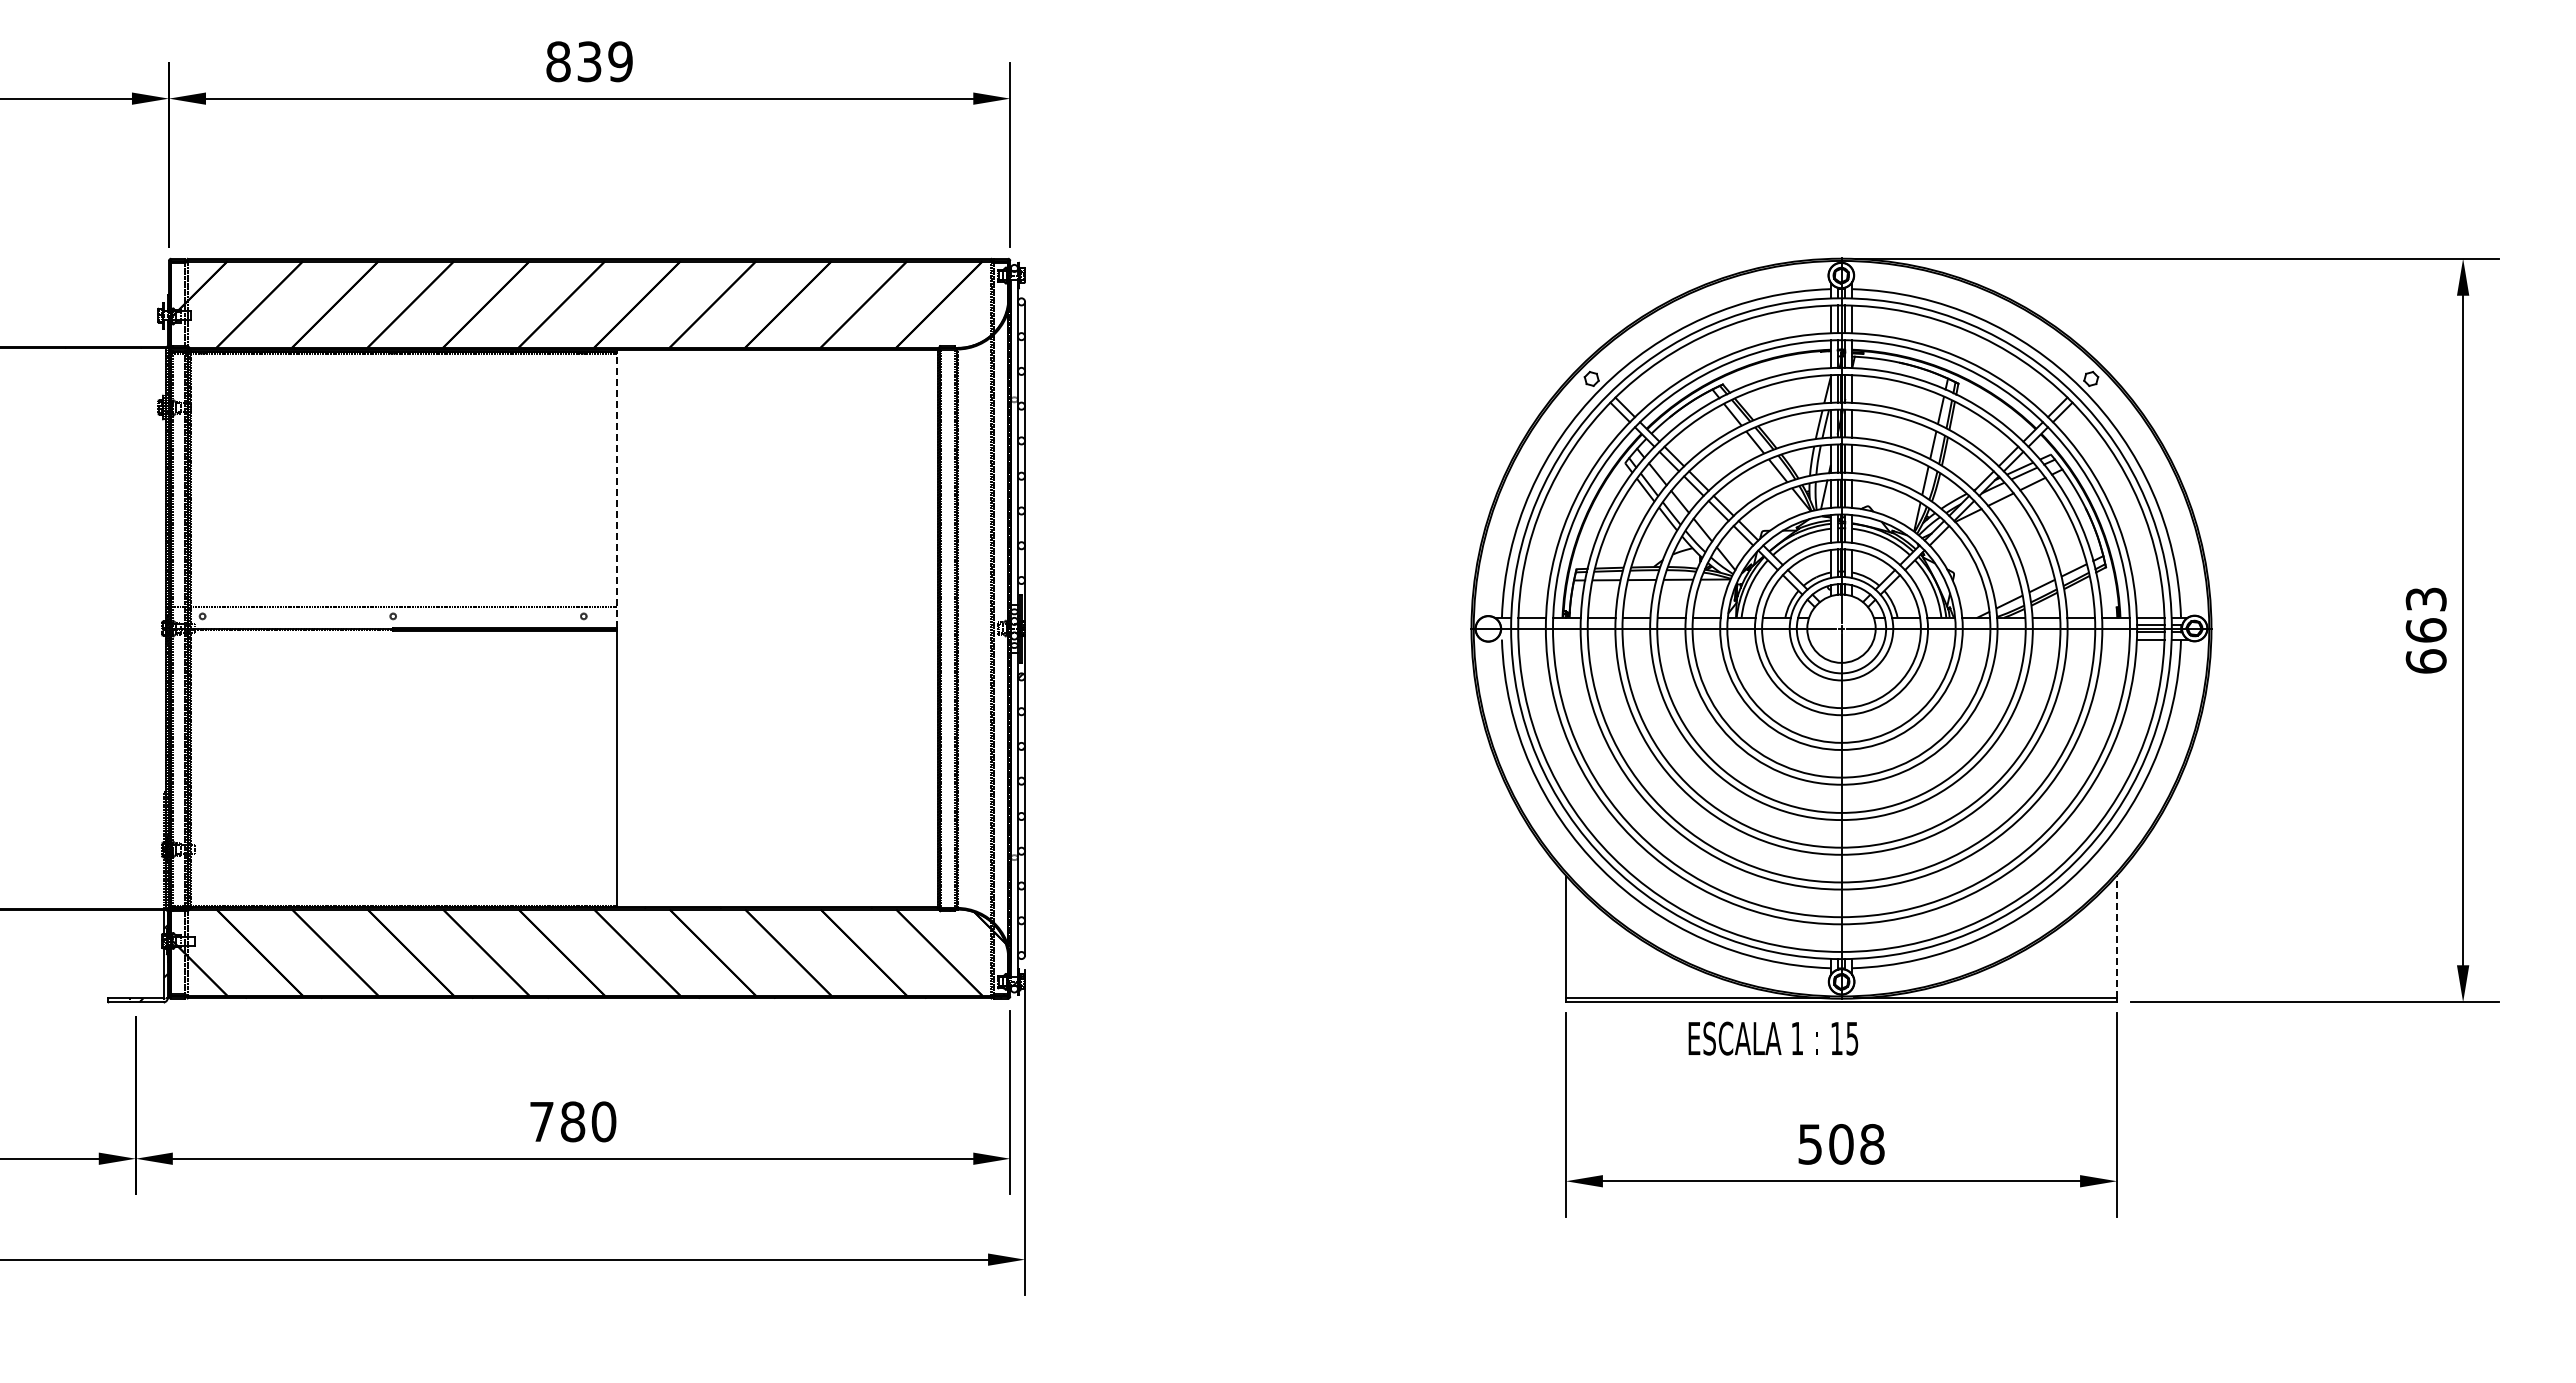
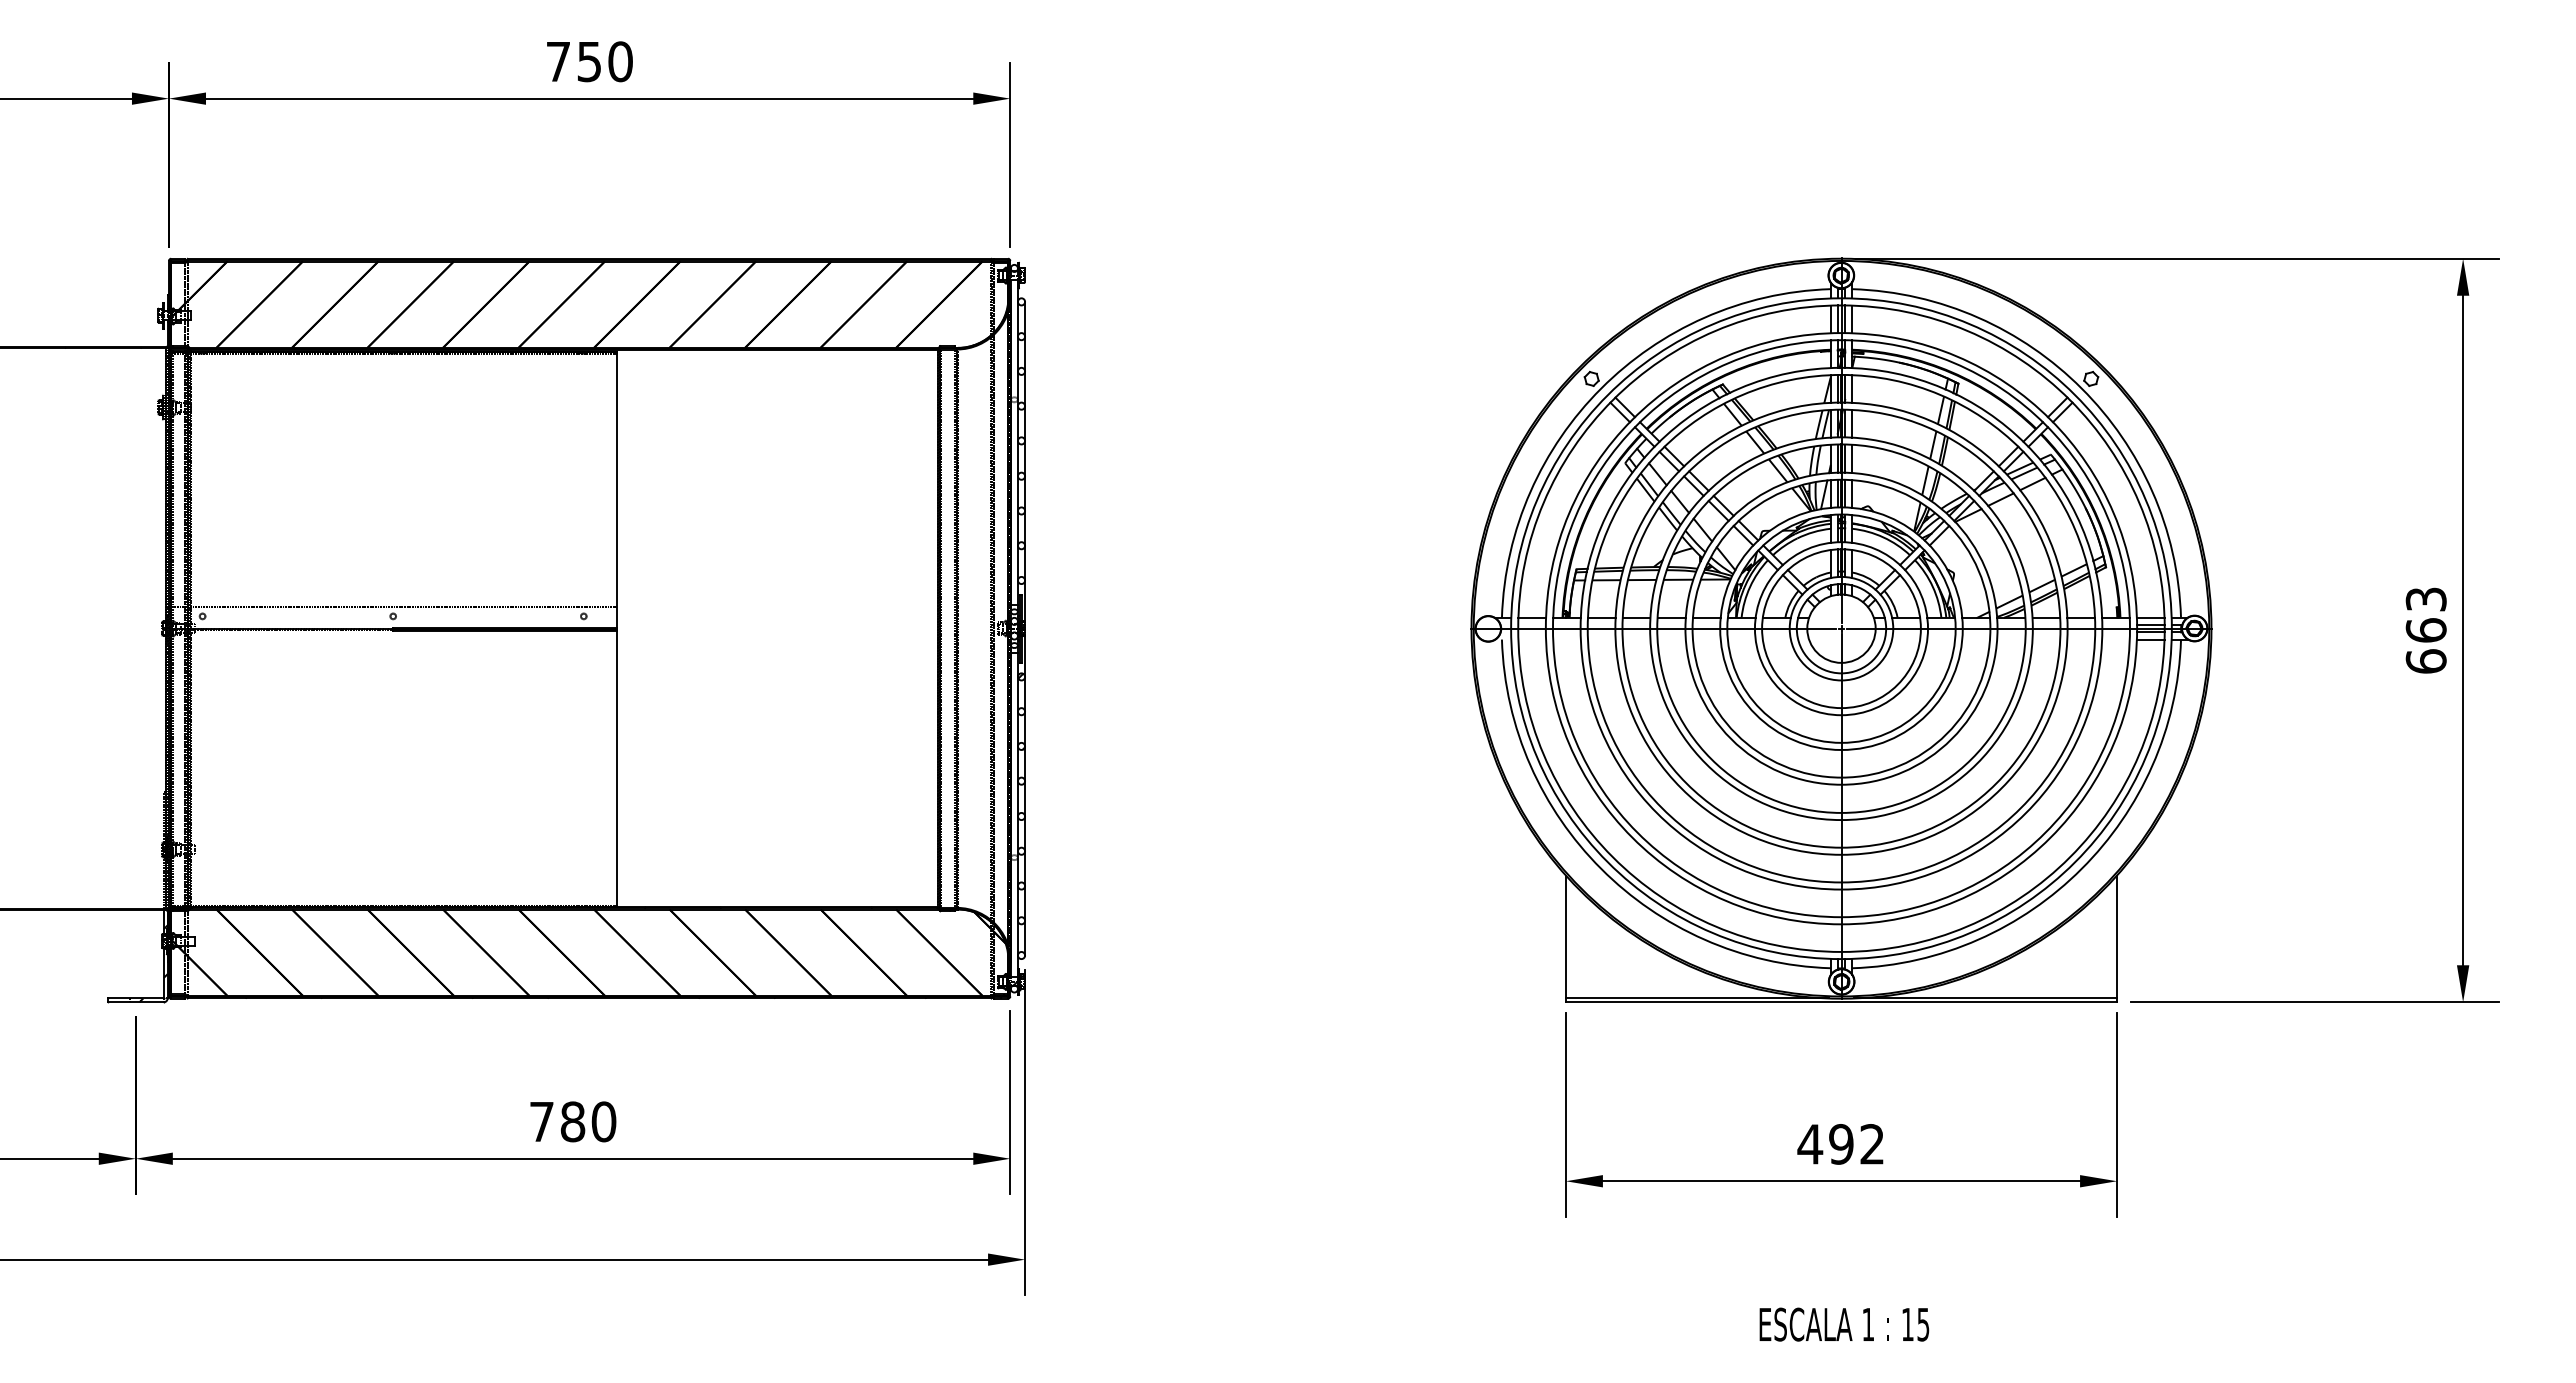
text at (589, 61): 839 -> 750
line at (617, 489): dashed -> solid
line at (2117, 936): dashed -> solid
text at (1773, 1038) position: (1773, 1038) -> (1844, 1324)
text at (1840, 1144): 508 -> 492
